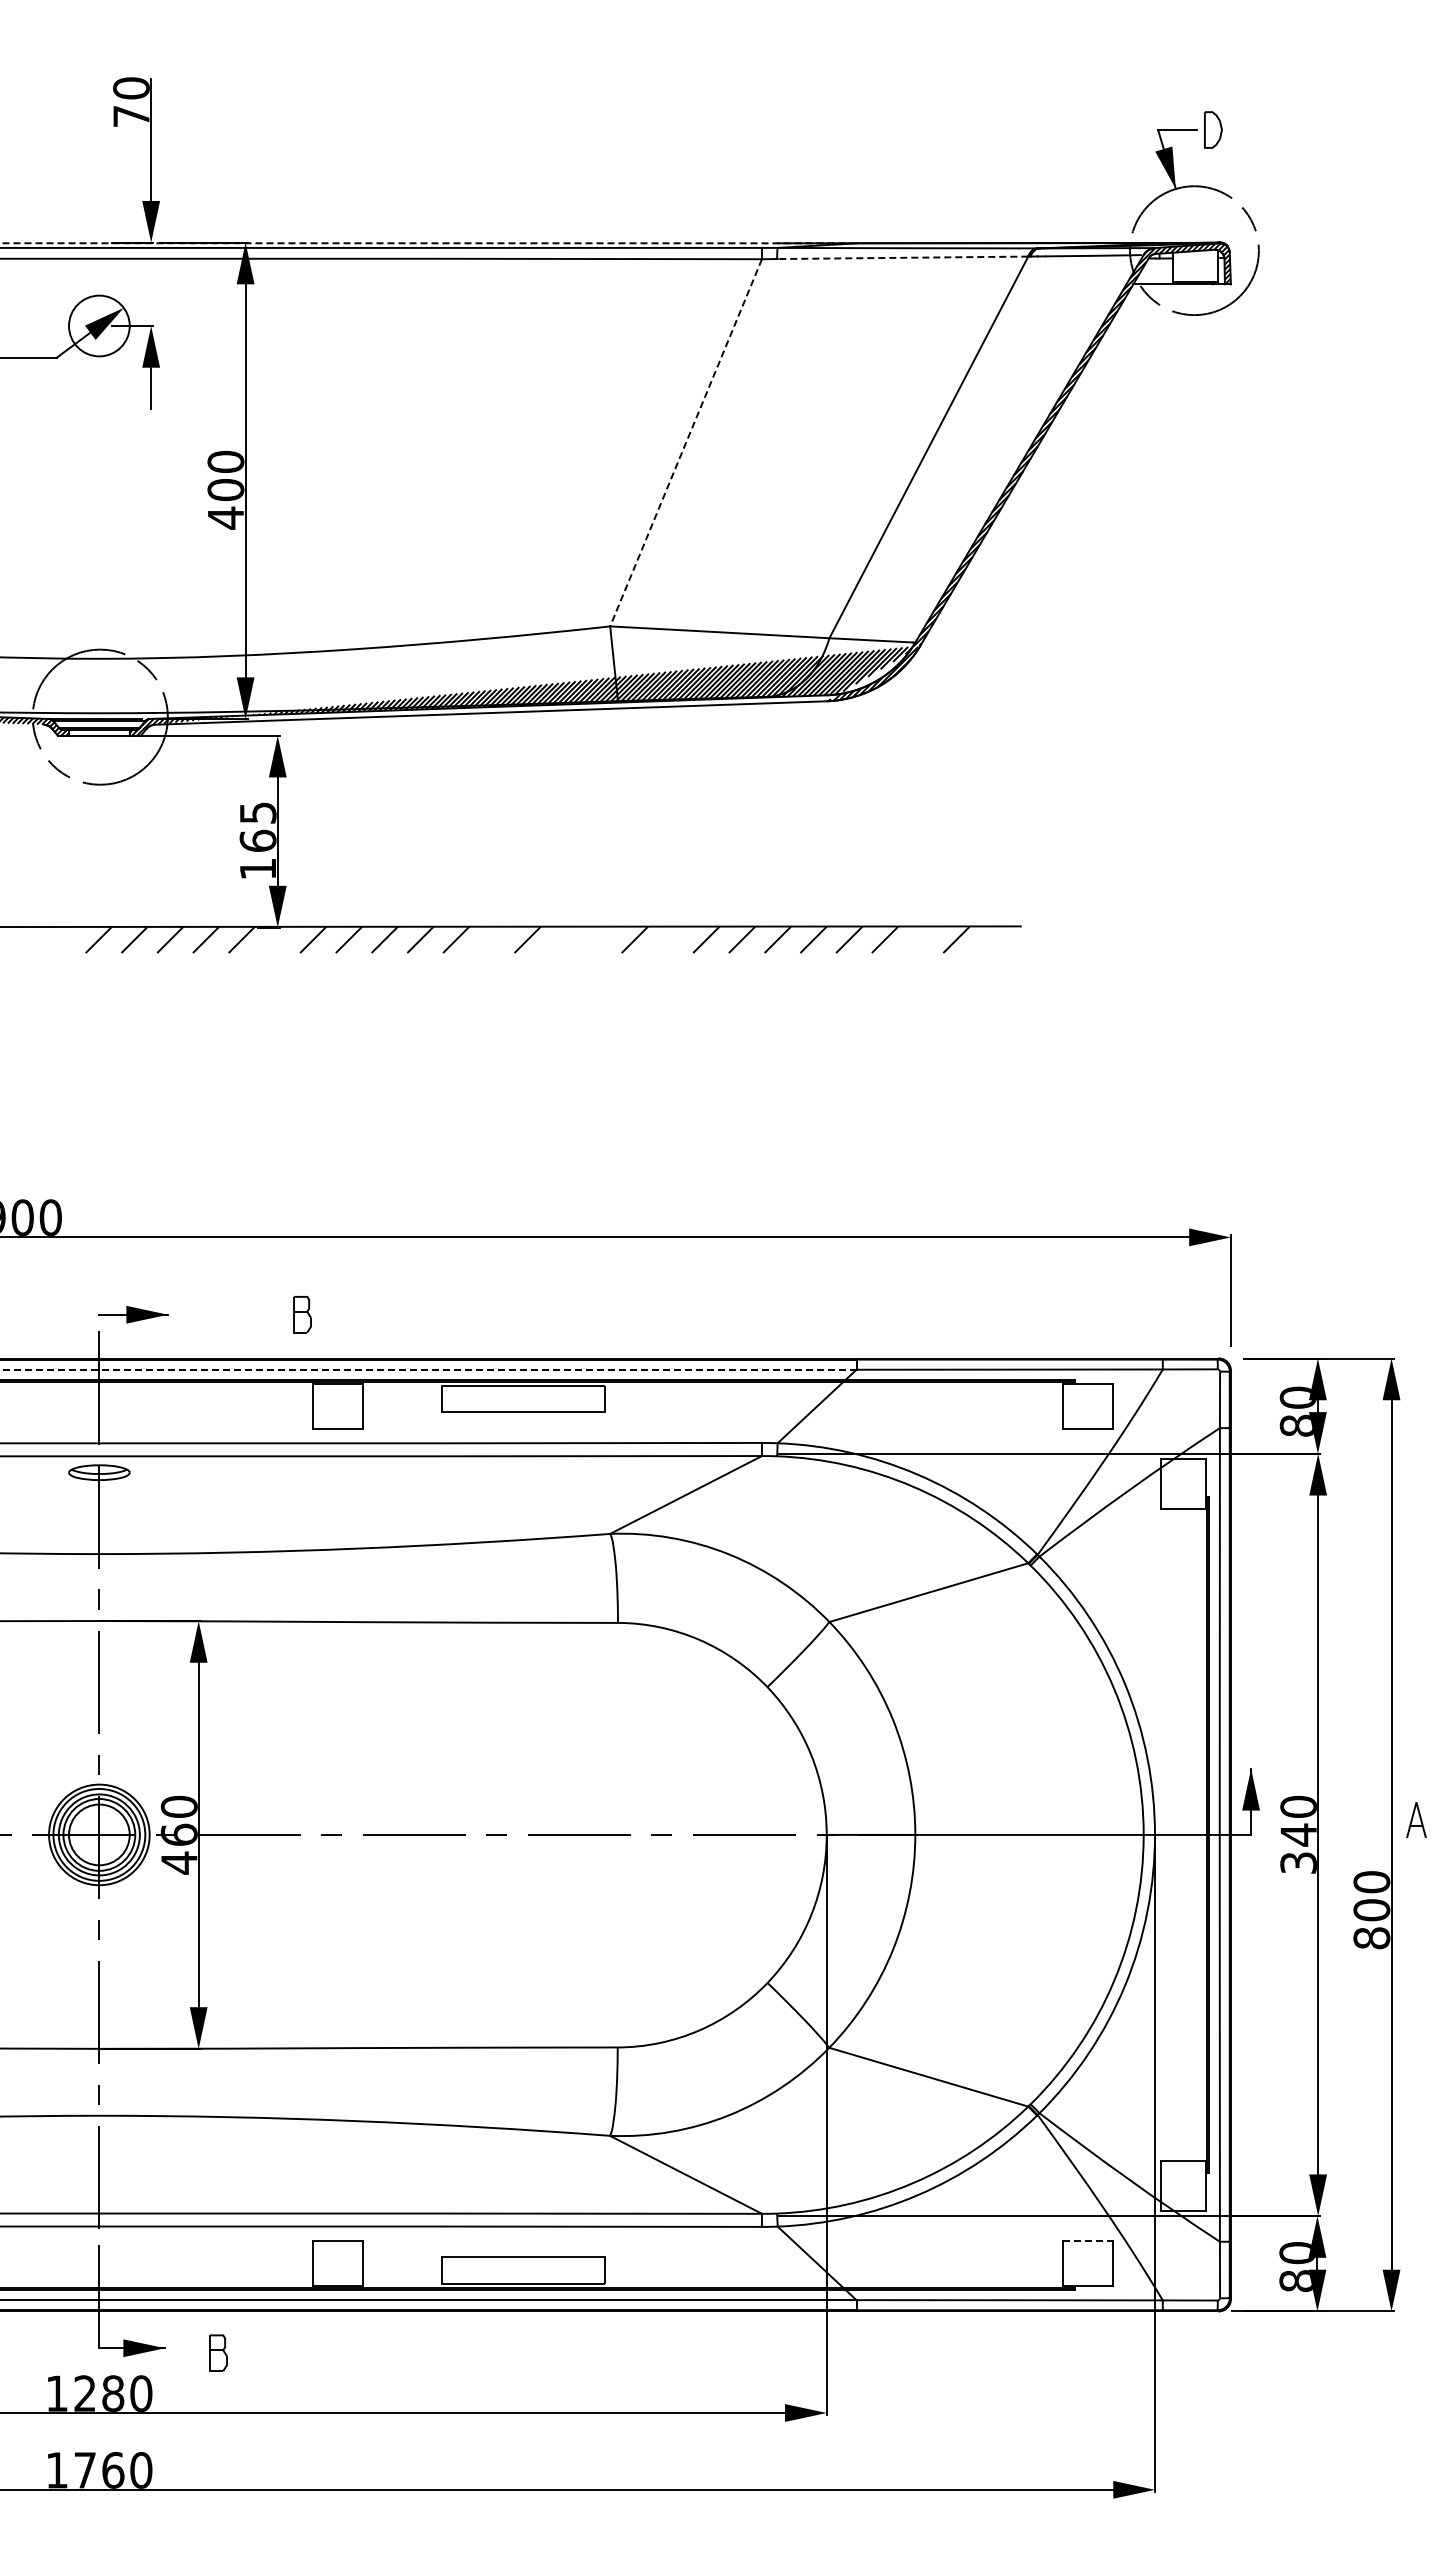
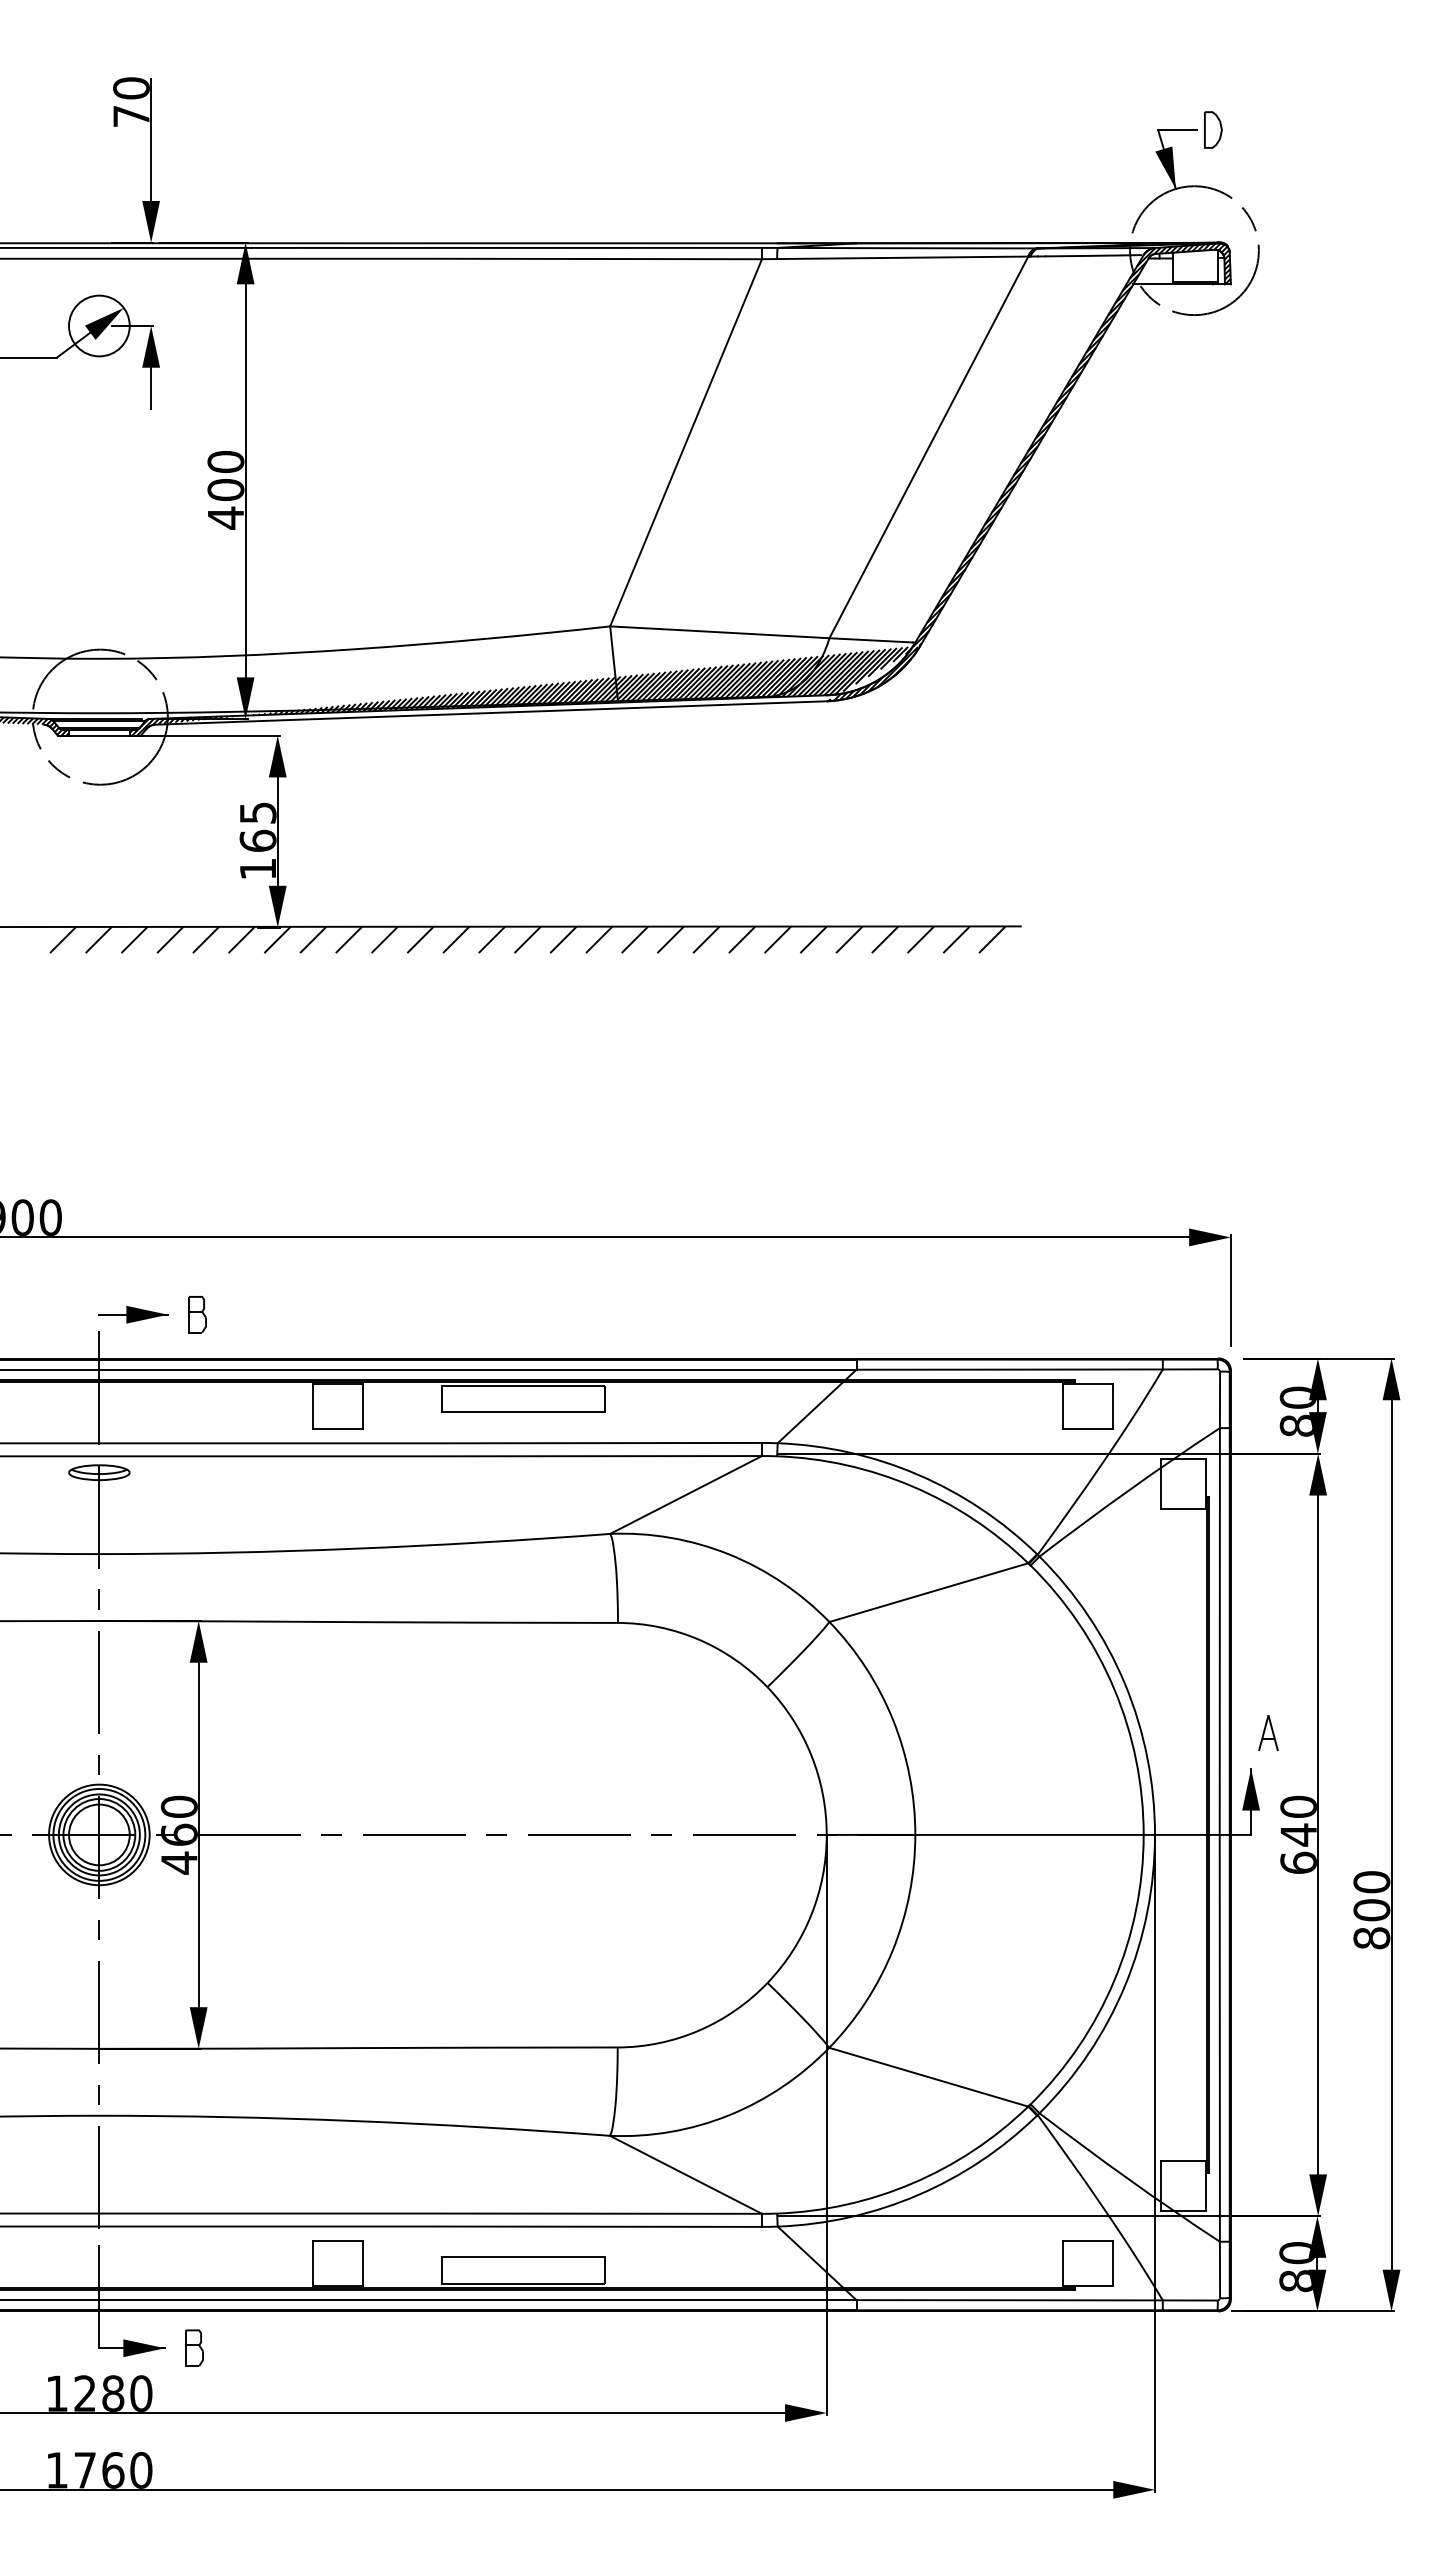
line at (428, 243): dashed -> solid
line at (902, 257): dashed -> solid
line at (686, 442): dashed -> solid
line at (62, 939): none -> present
line at (277, 939): none -> present
line at (491, 939): none -> present
line at (562, 939): none -> present
line at (598, 939): none -> present
line at (670, 939): none -> present
line at (920, 939): none -> present
line at (991, 939): none -> present
part at (302, 1314) position: (302, 1314) -> (197, 1314)
line at (428, 1369): dashed -> solid
part at (1416, 1820) position: (1416, 1820) -> (1268, 1733)
text at (1298, 1862): 340 -> 640
line at (1088, 2241): dashed -> solid
part at (218, 2352) position: (218, 2352) -> (194, 2347)
